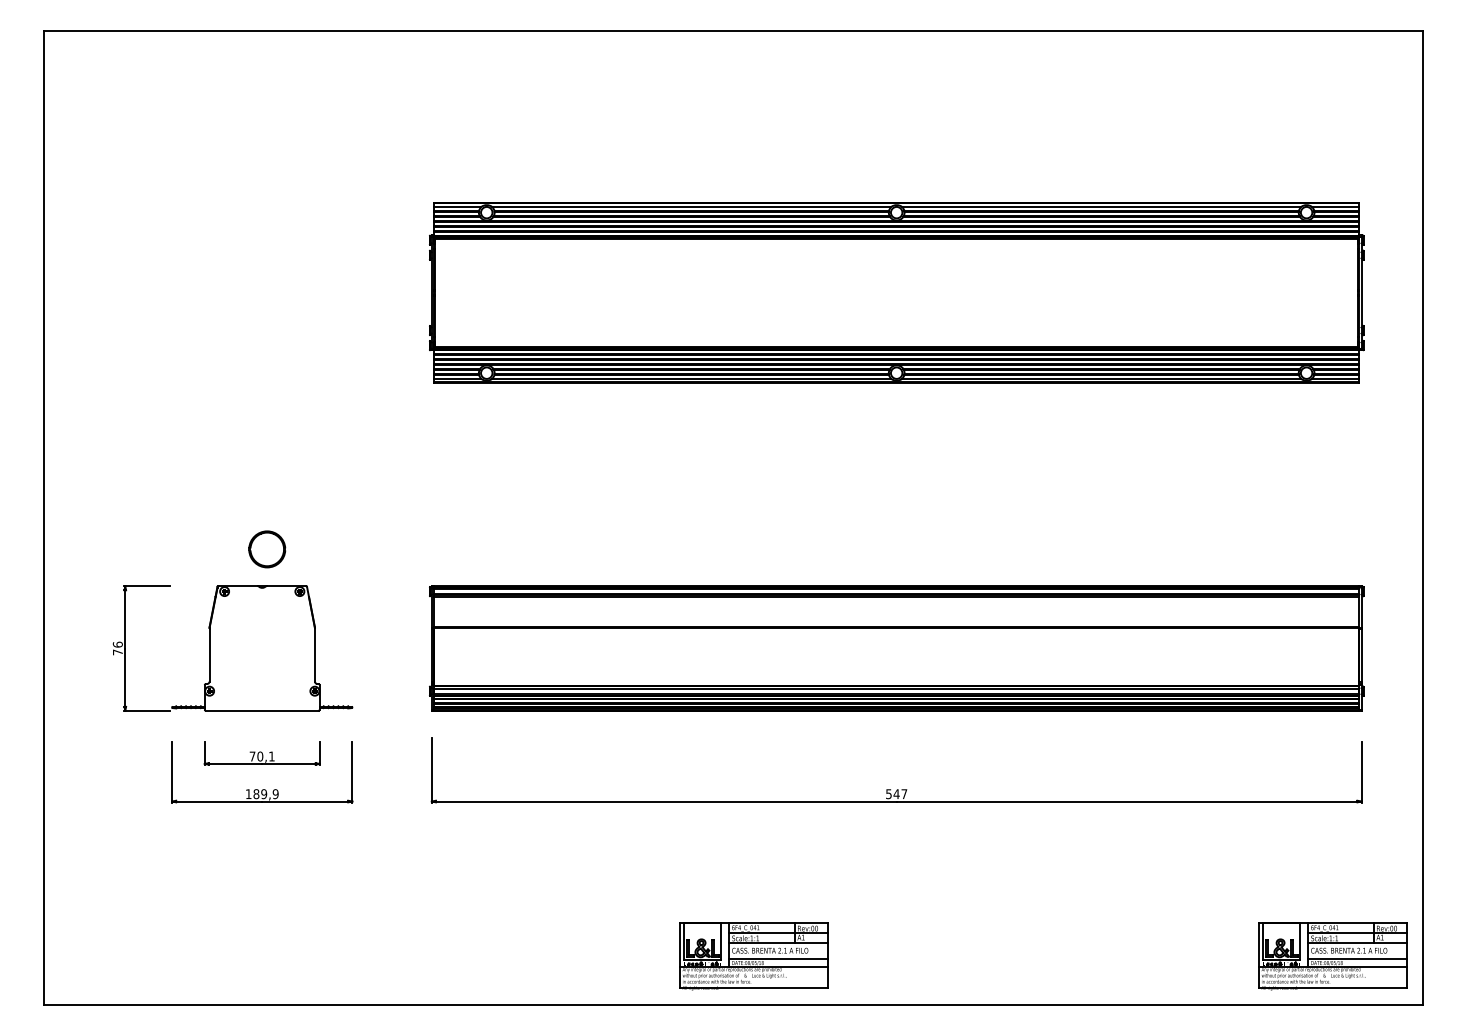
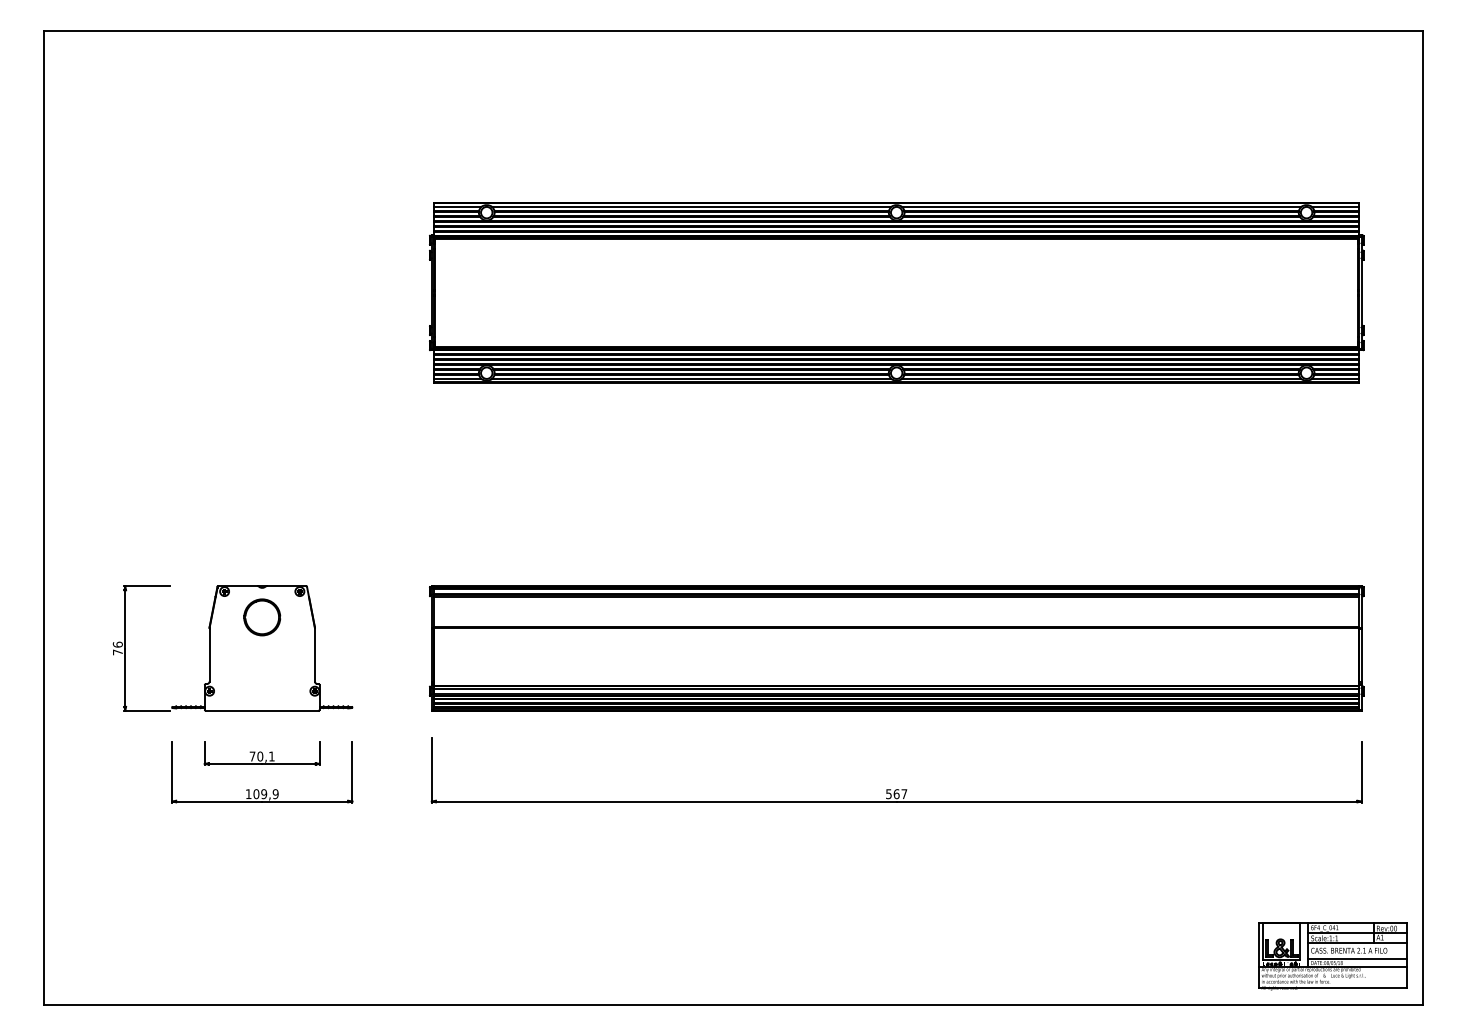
part at (267, 549) position: (267, 549) -> (262, 617)
text at (256, 793): 189,9 -> 109,9
text at (896, 794): 547 -> 567
part at (753, 956): present -> none
